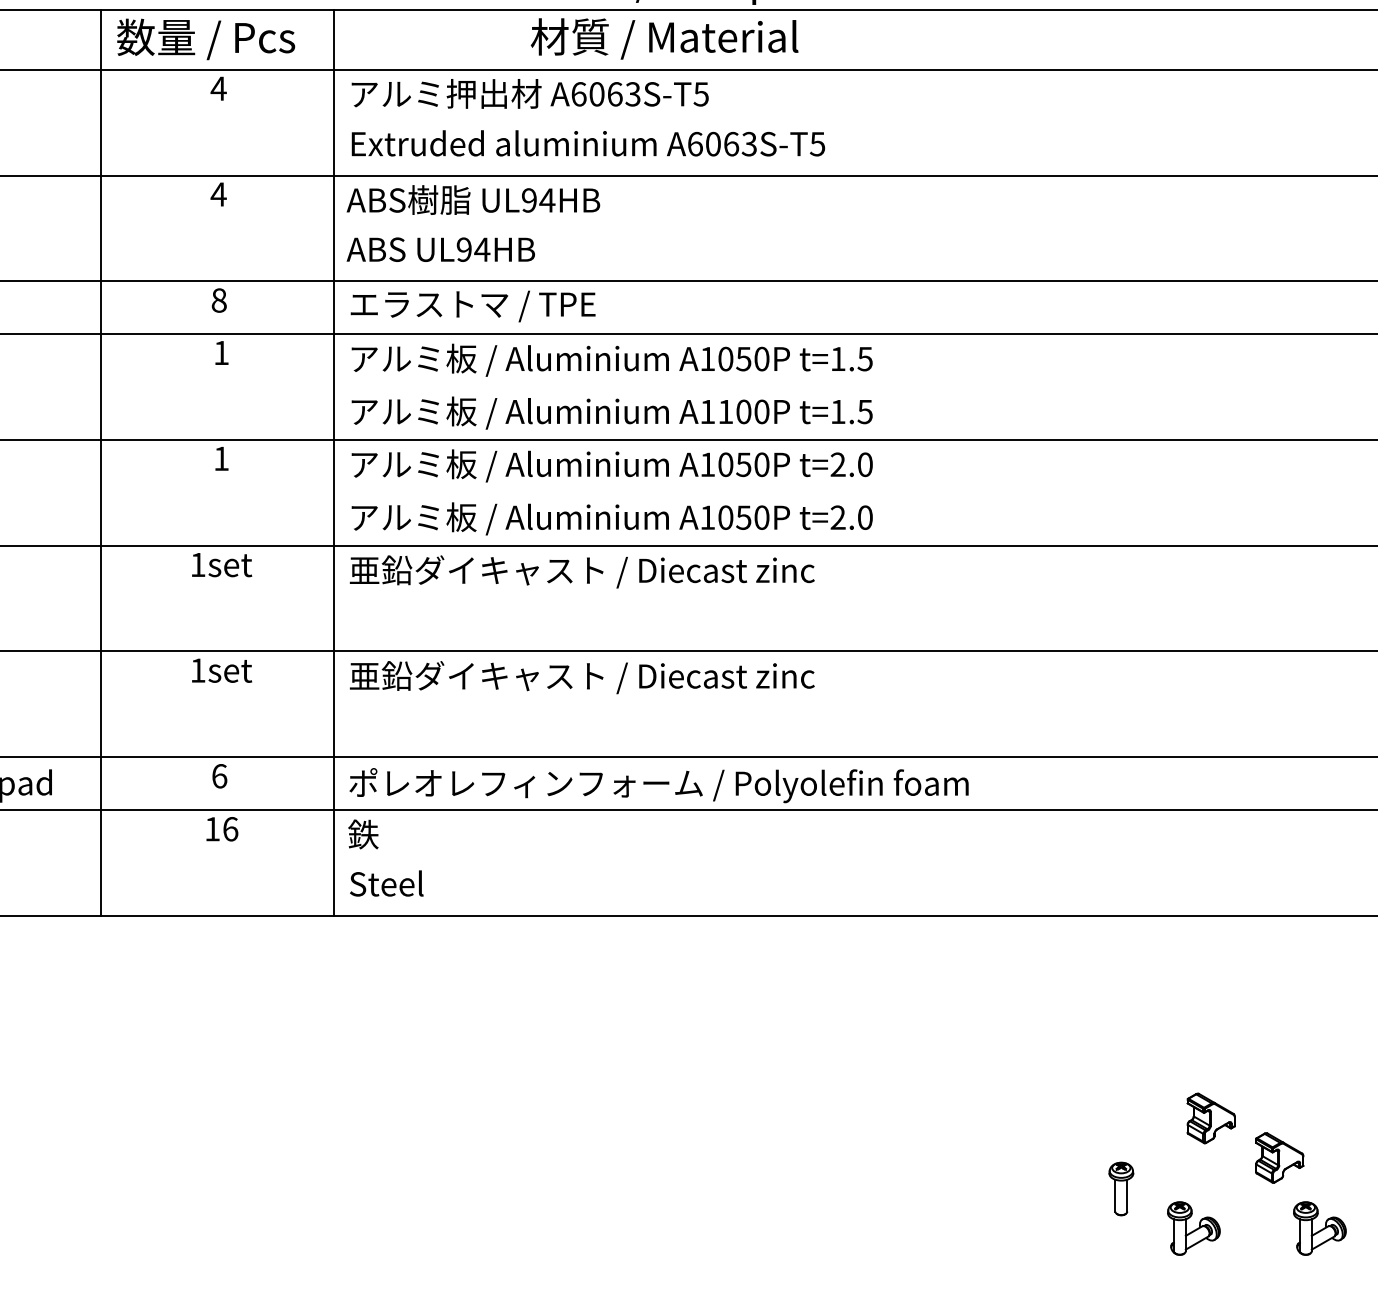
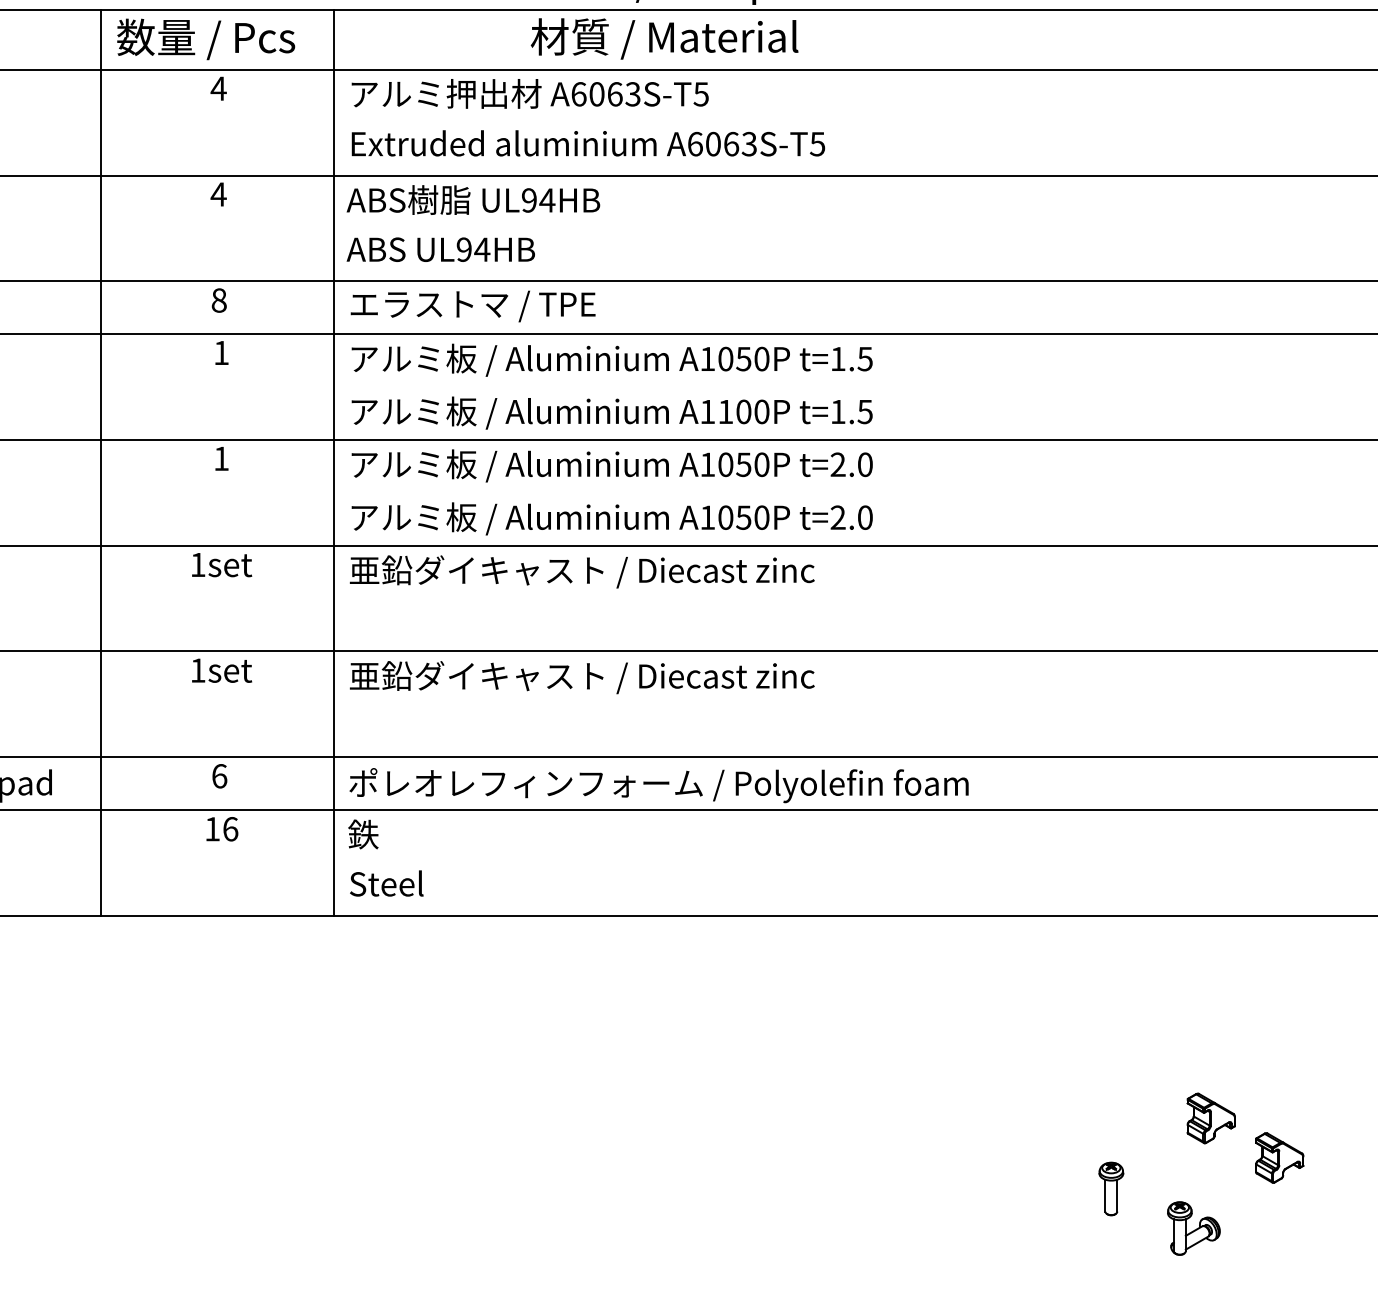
part at (1121, 1188) position: (1121, 1188) -> (1111, 1188)
part at (1319, 1228): present -> none
